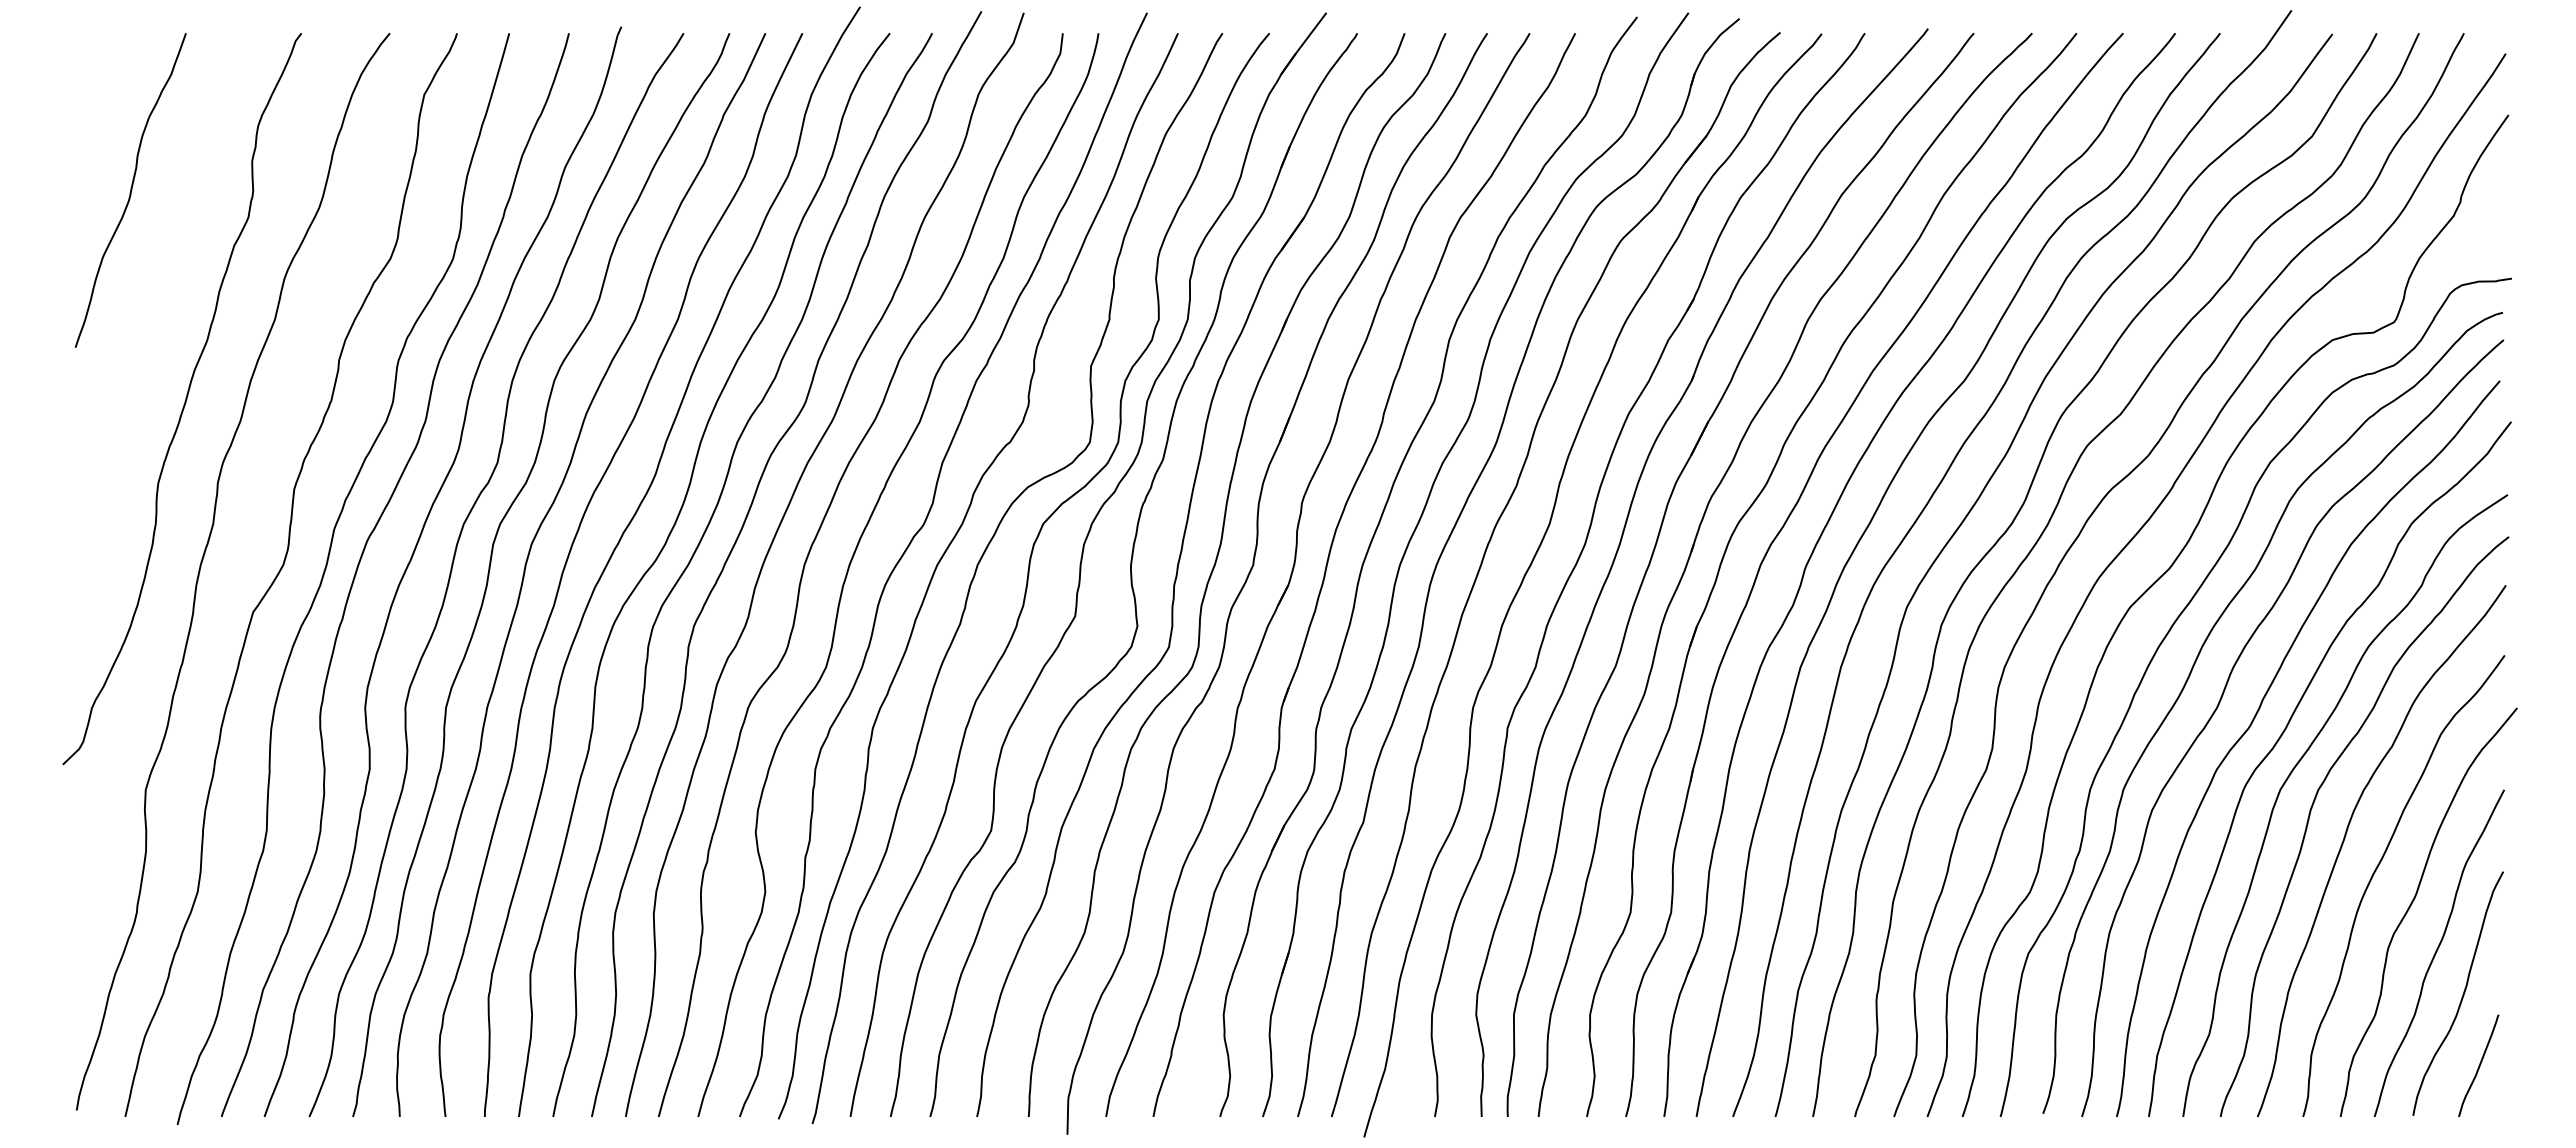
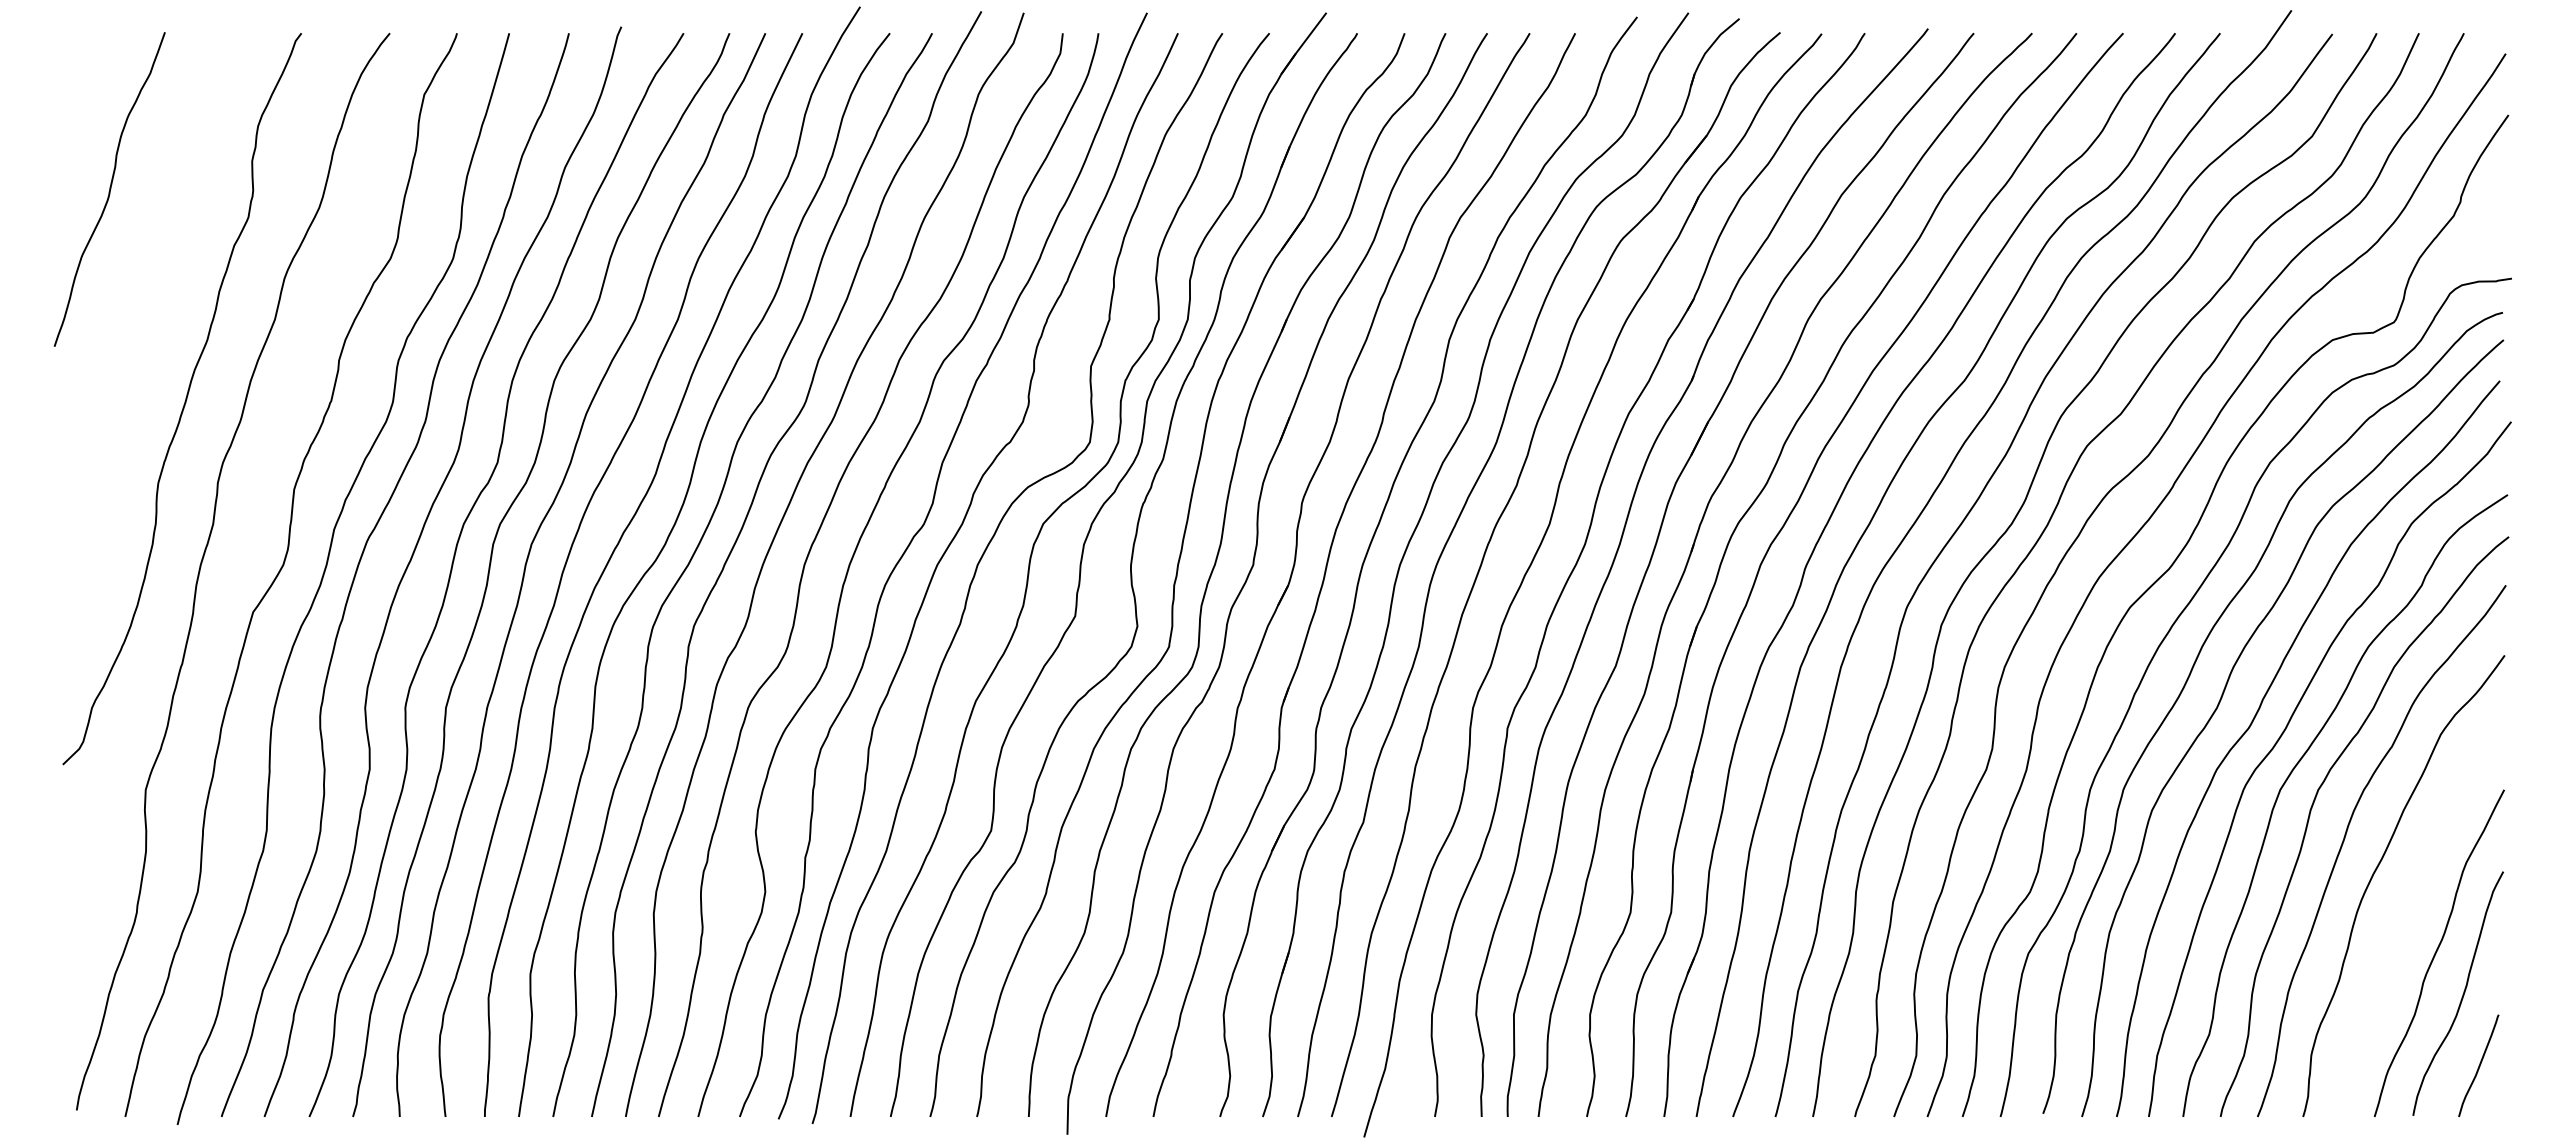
curve at (130, 190) position: (130, 190) -> (109, 189)
curve at (2412, 904): present -> none
